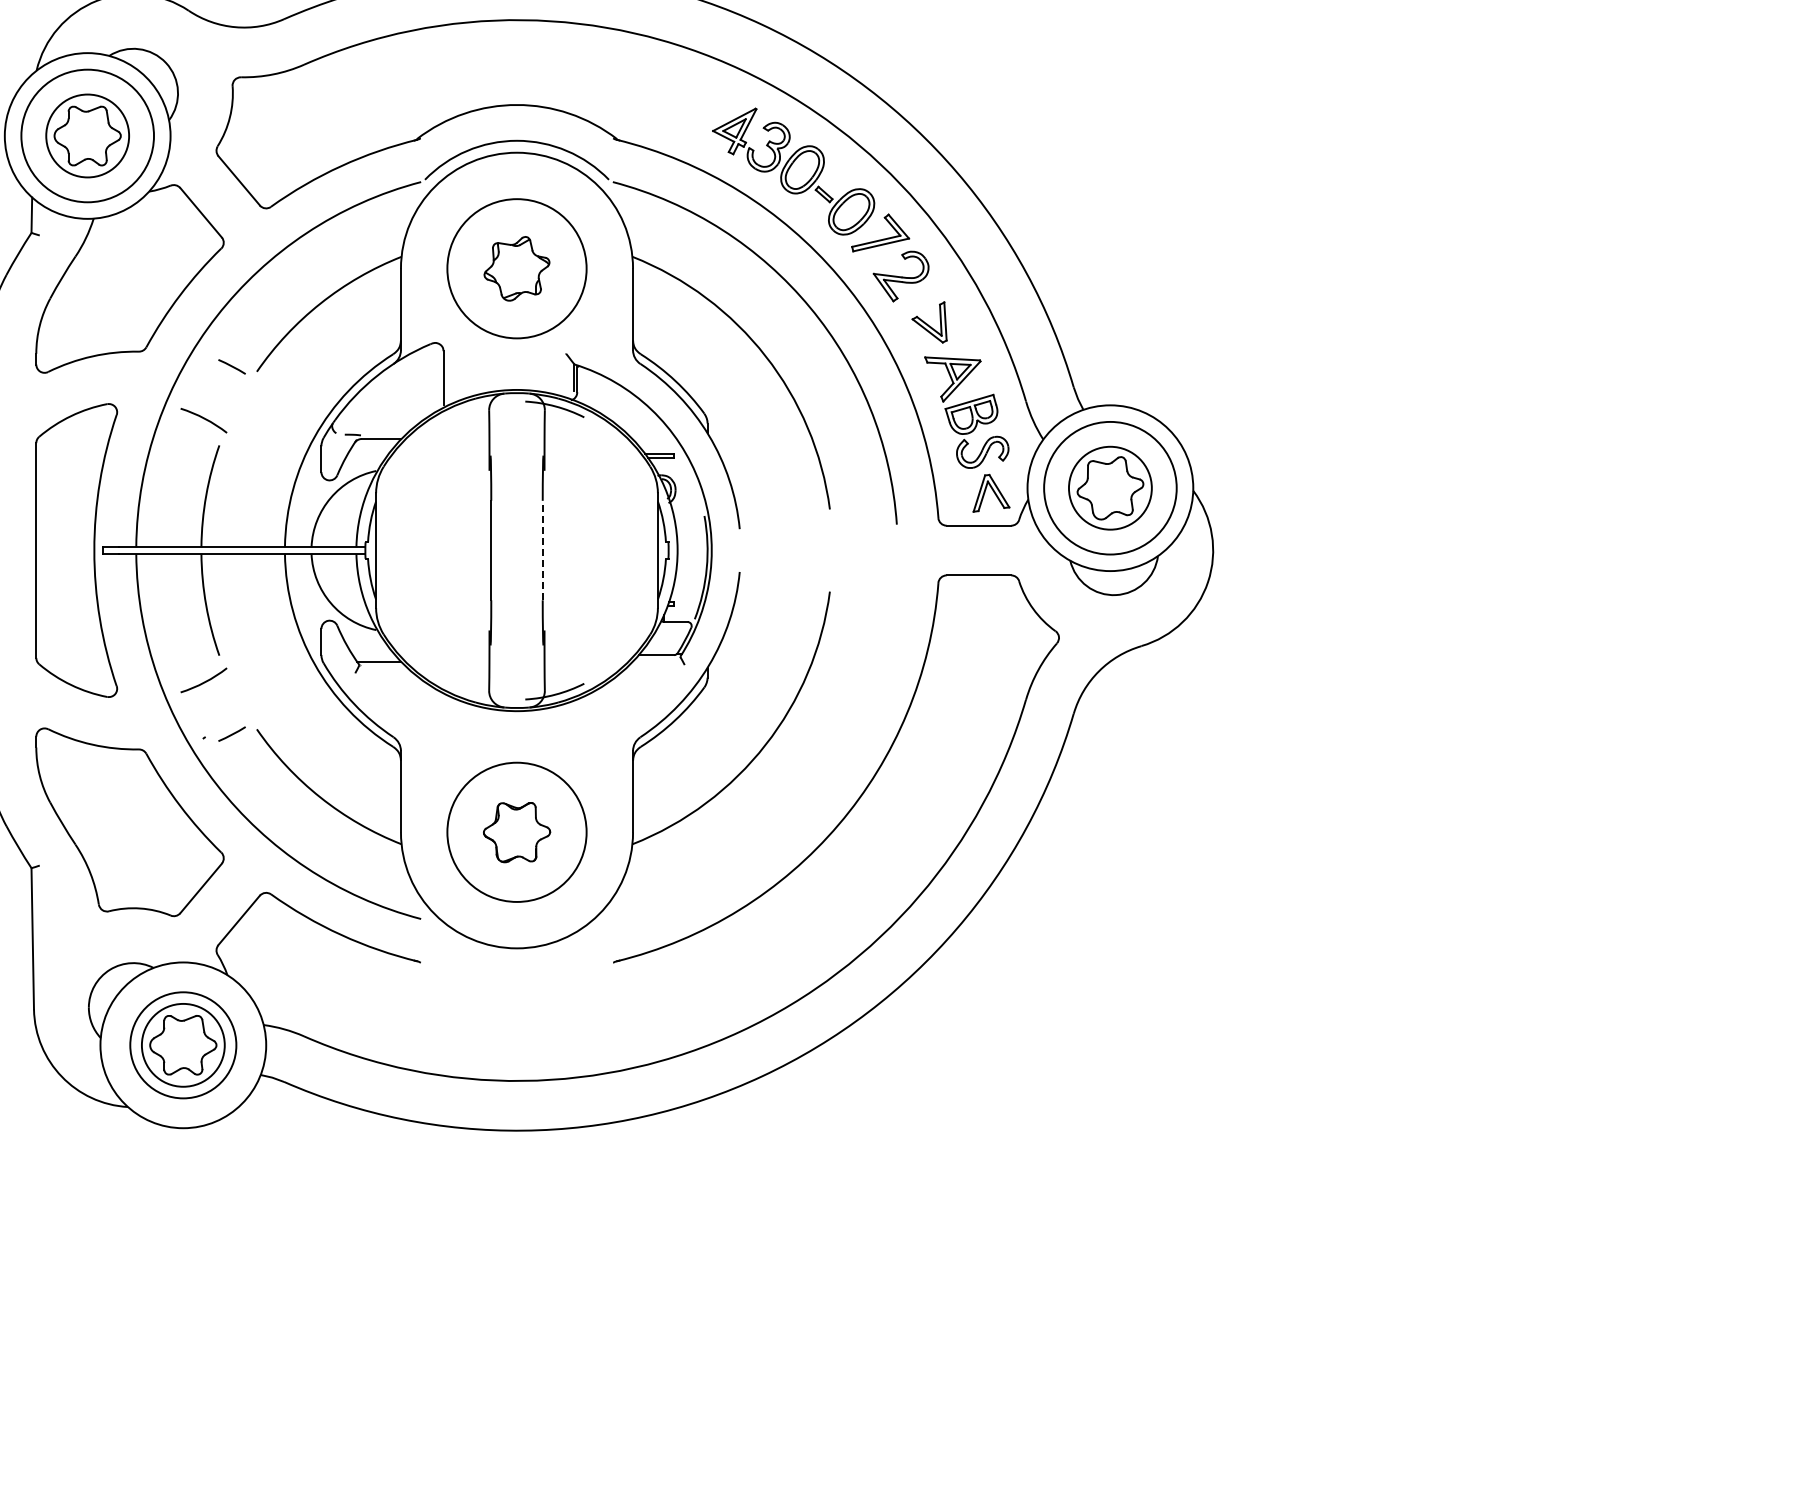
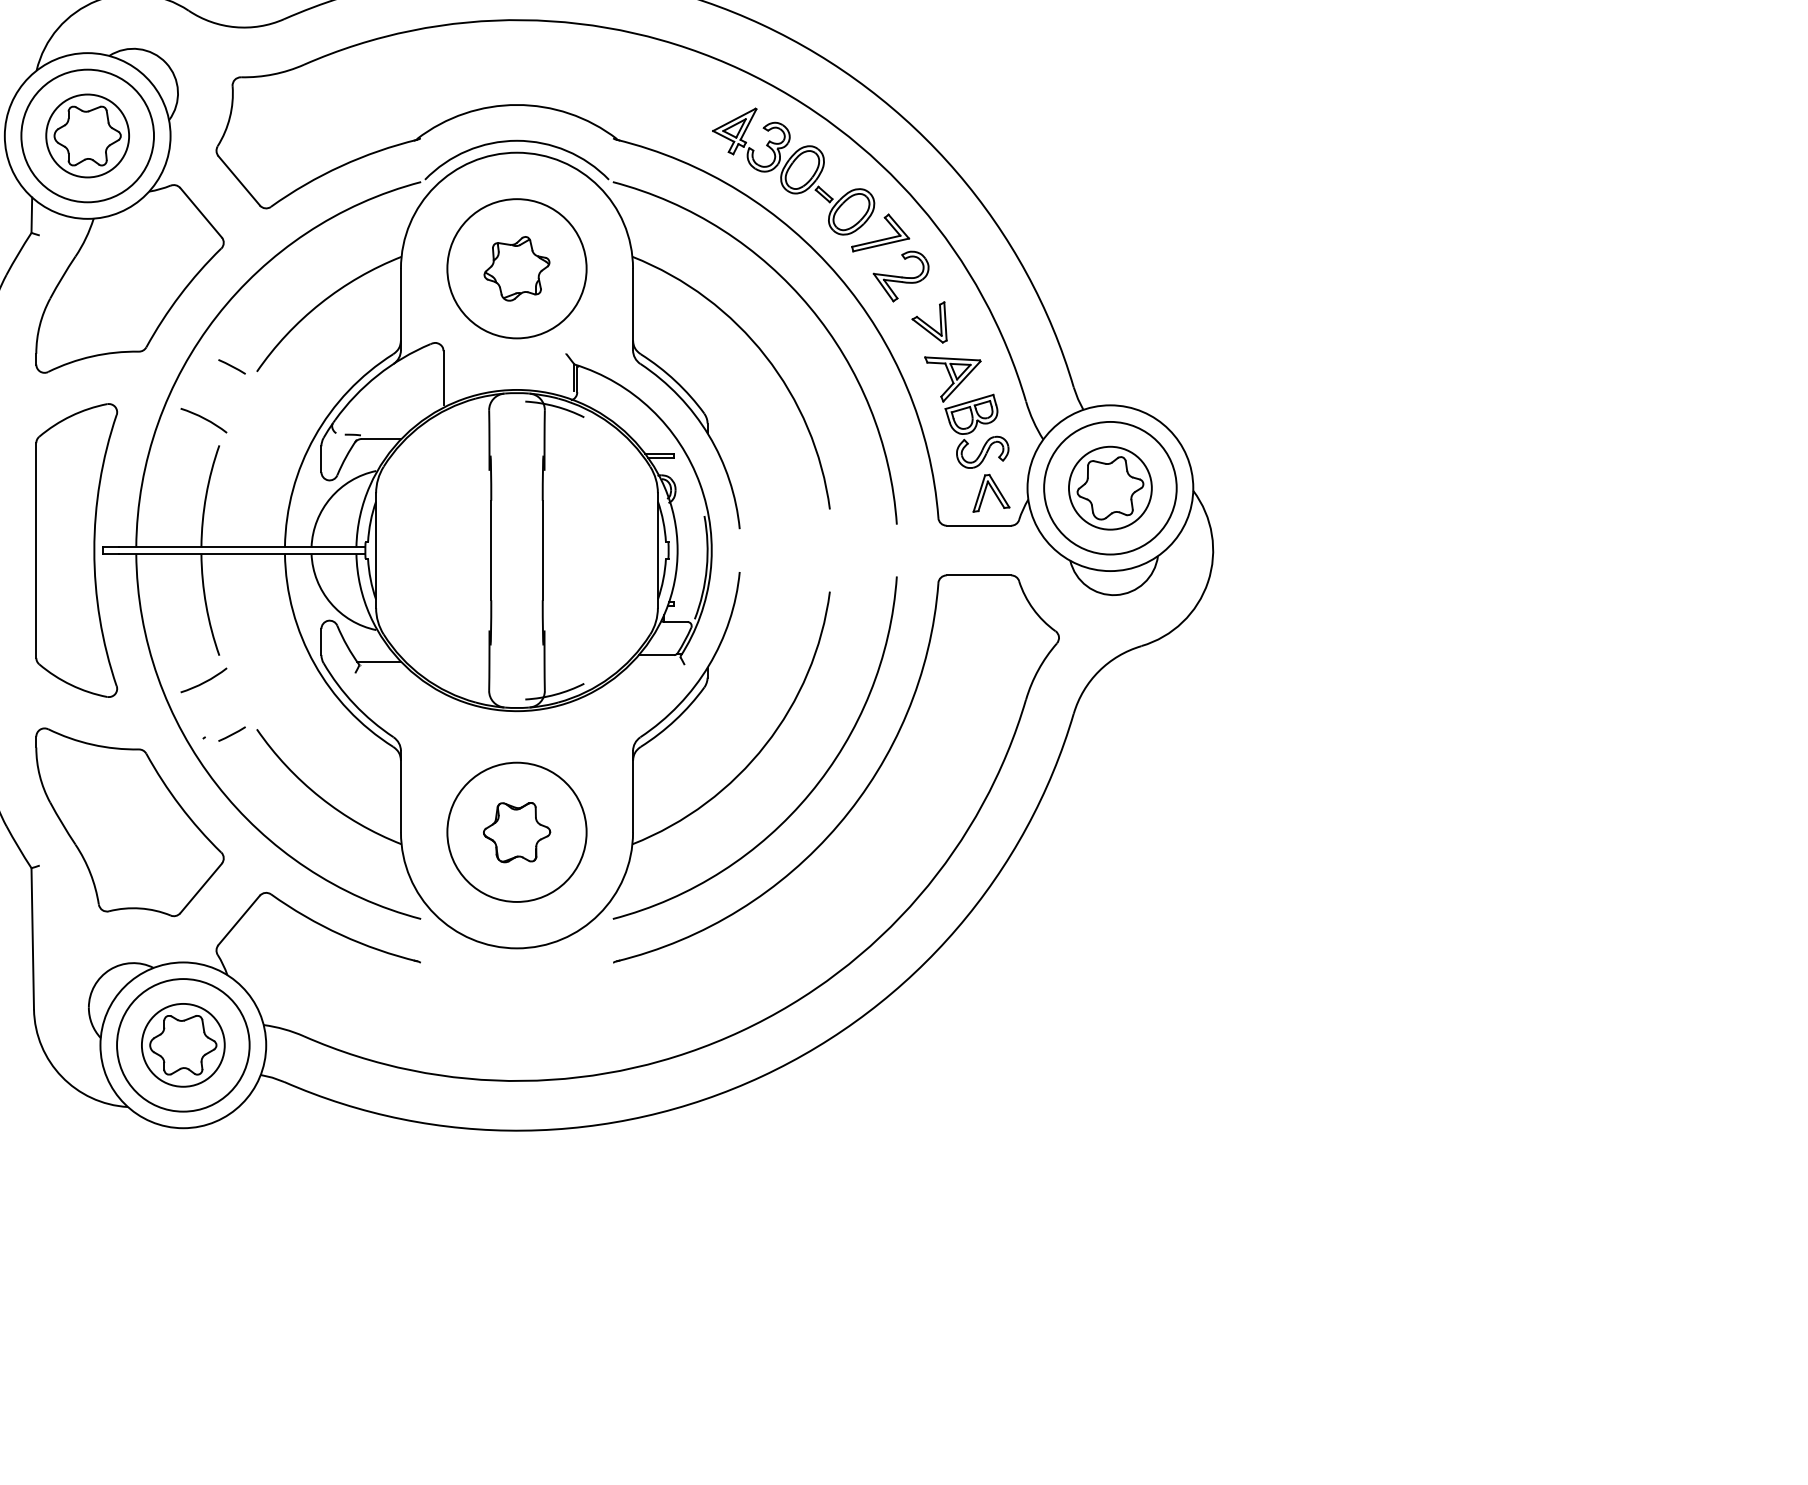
line at (542, 550): dashed -> solid
arc at (808, 793): none -> present
circle at (183, 1045) diameter: 106 px -> 133 px
